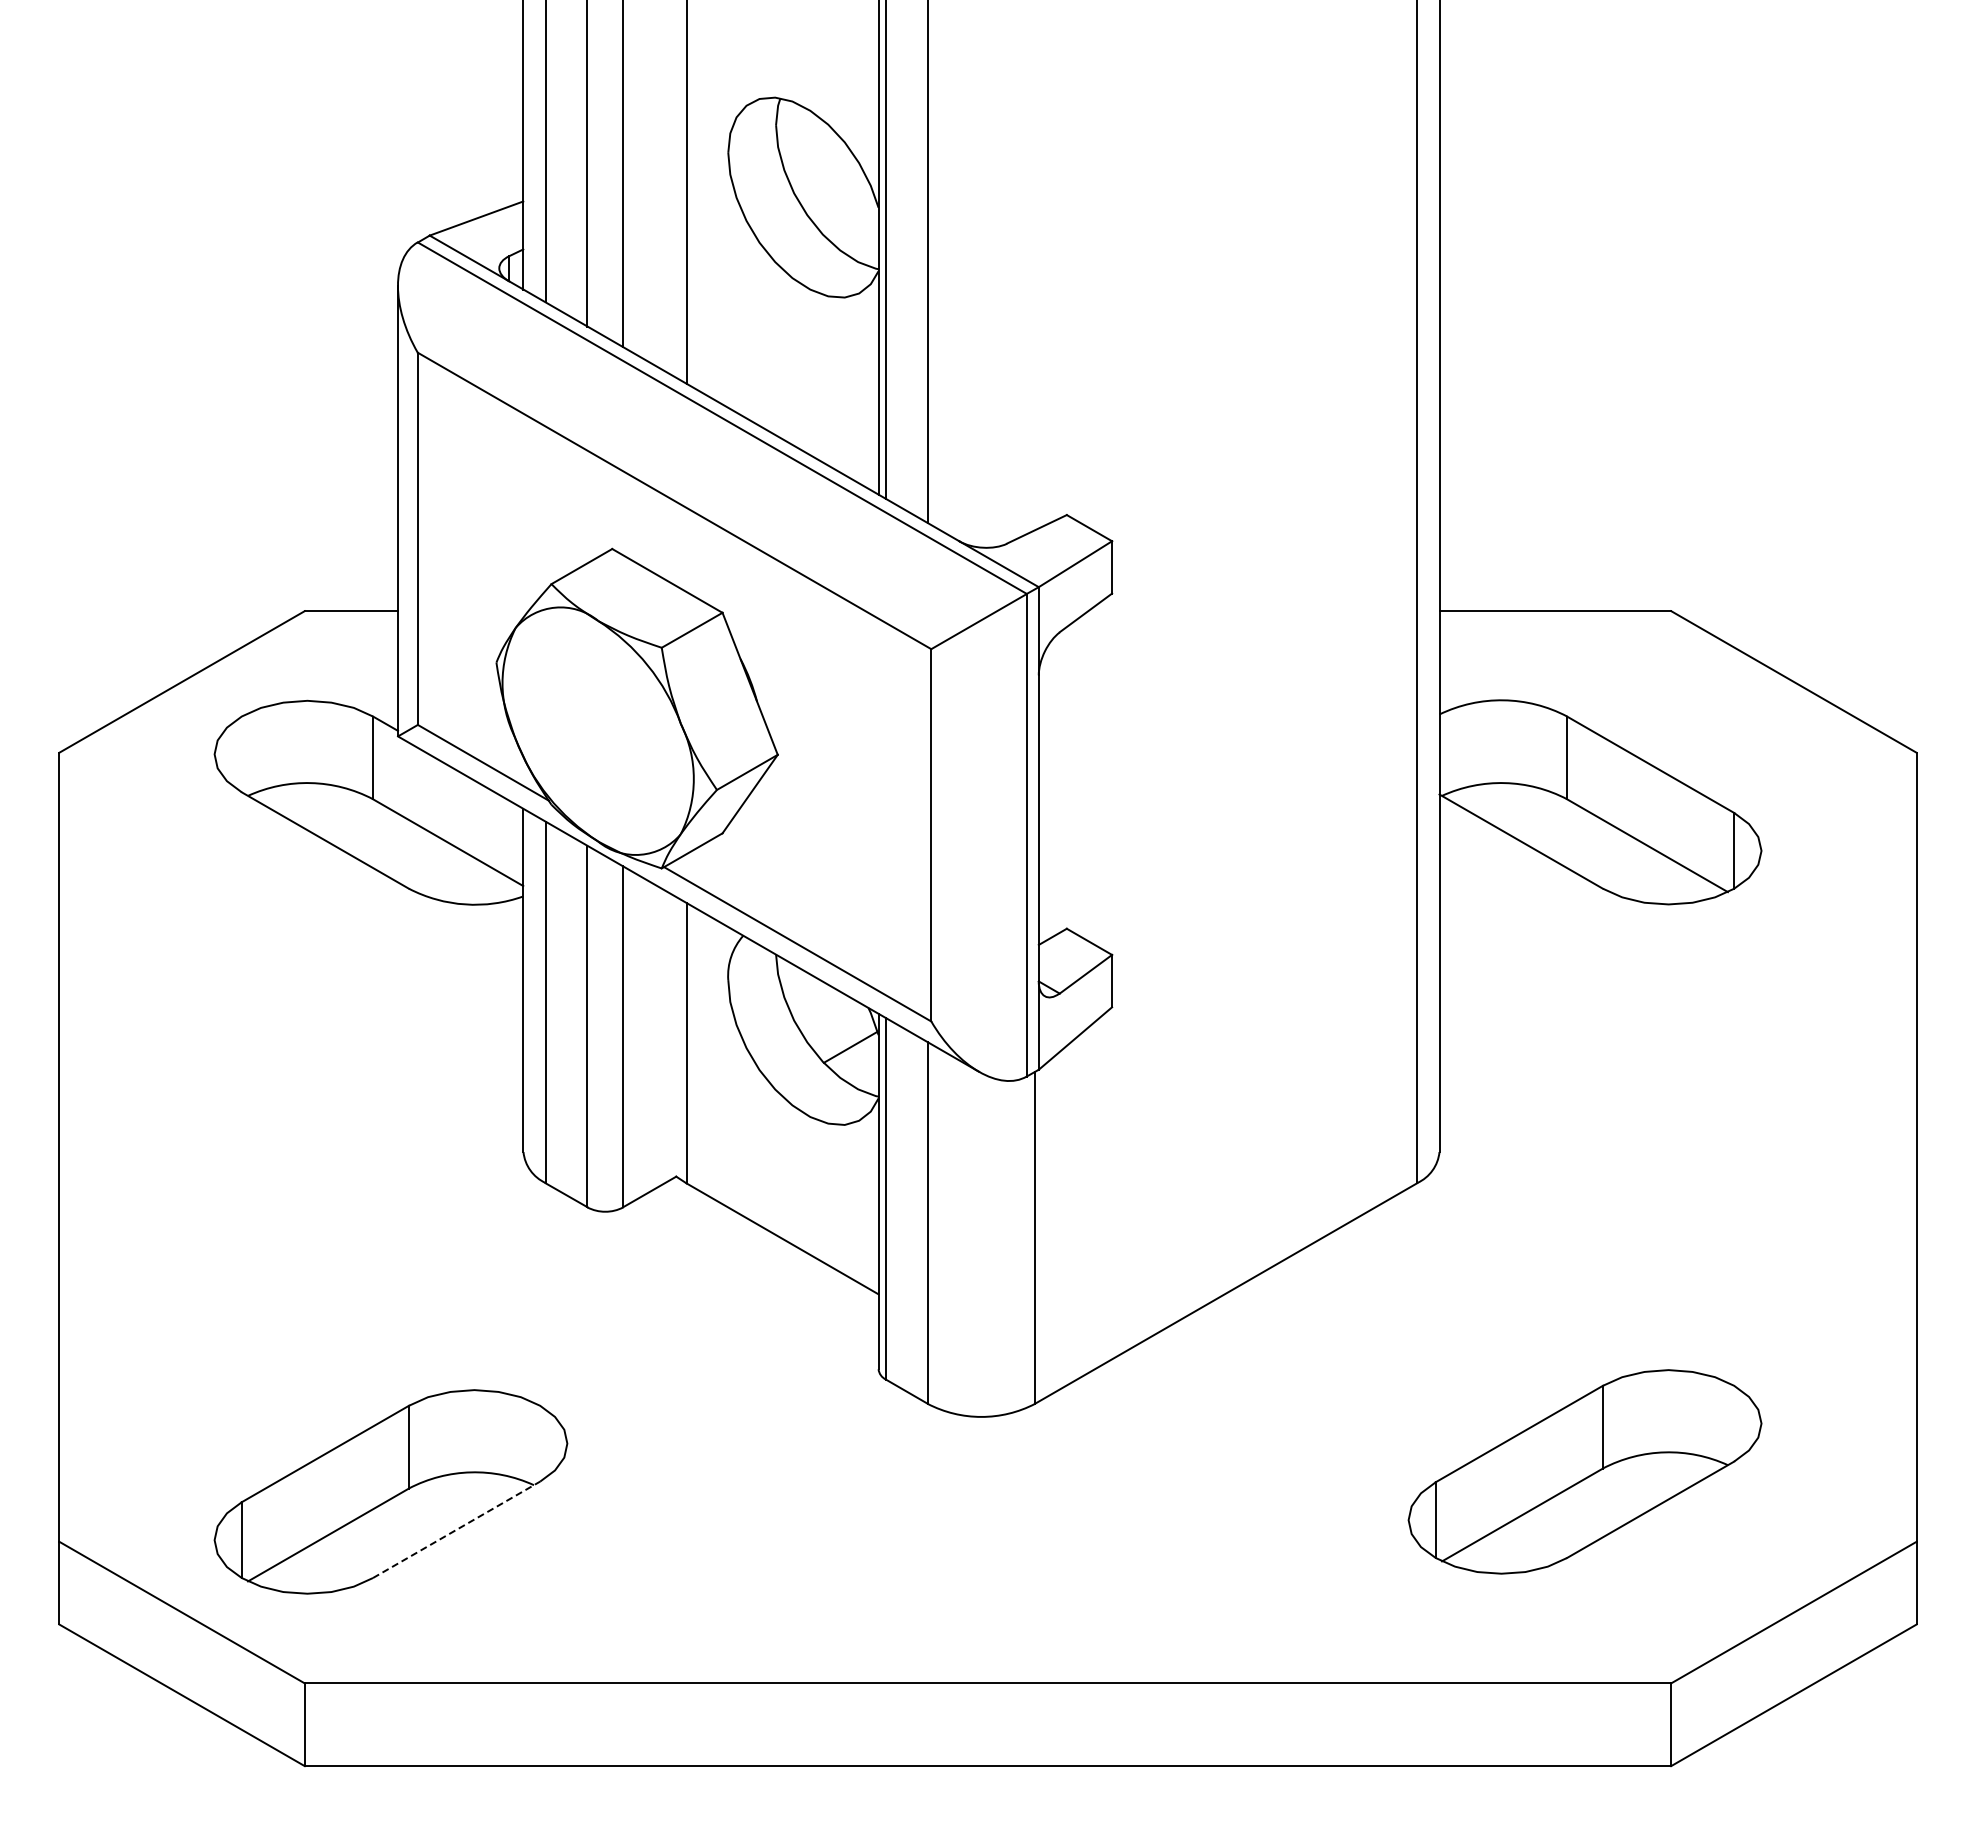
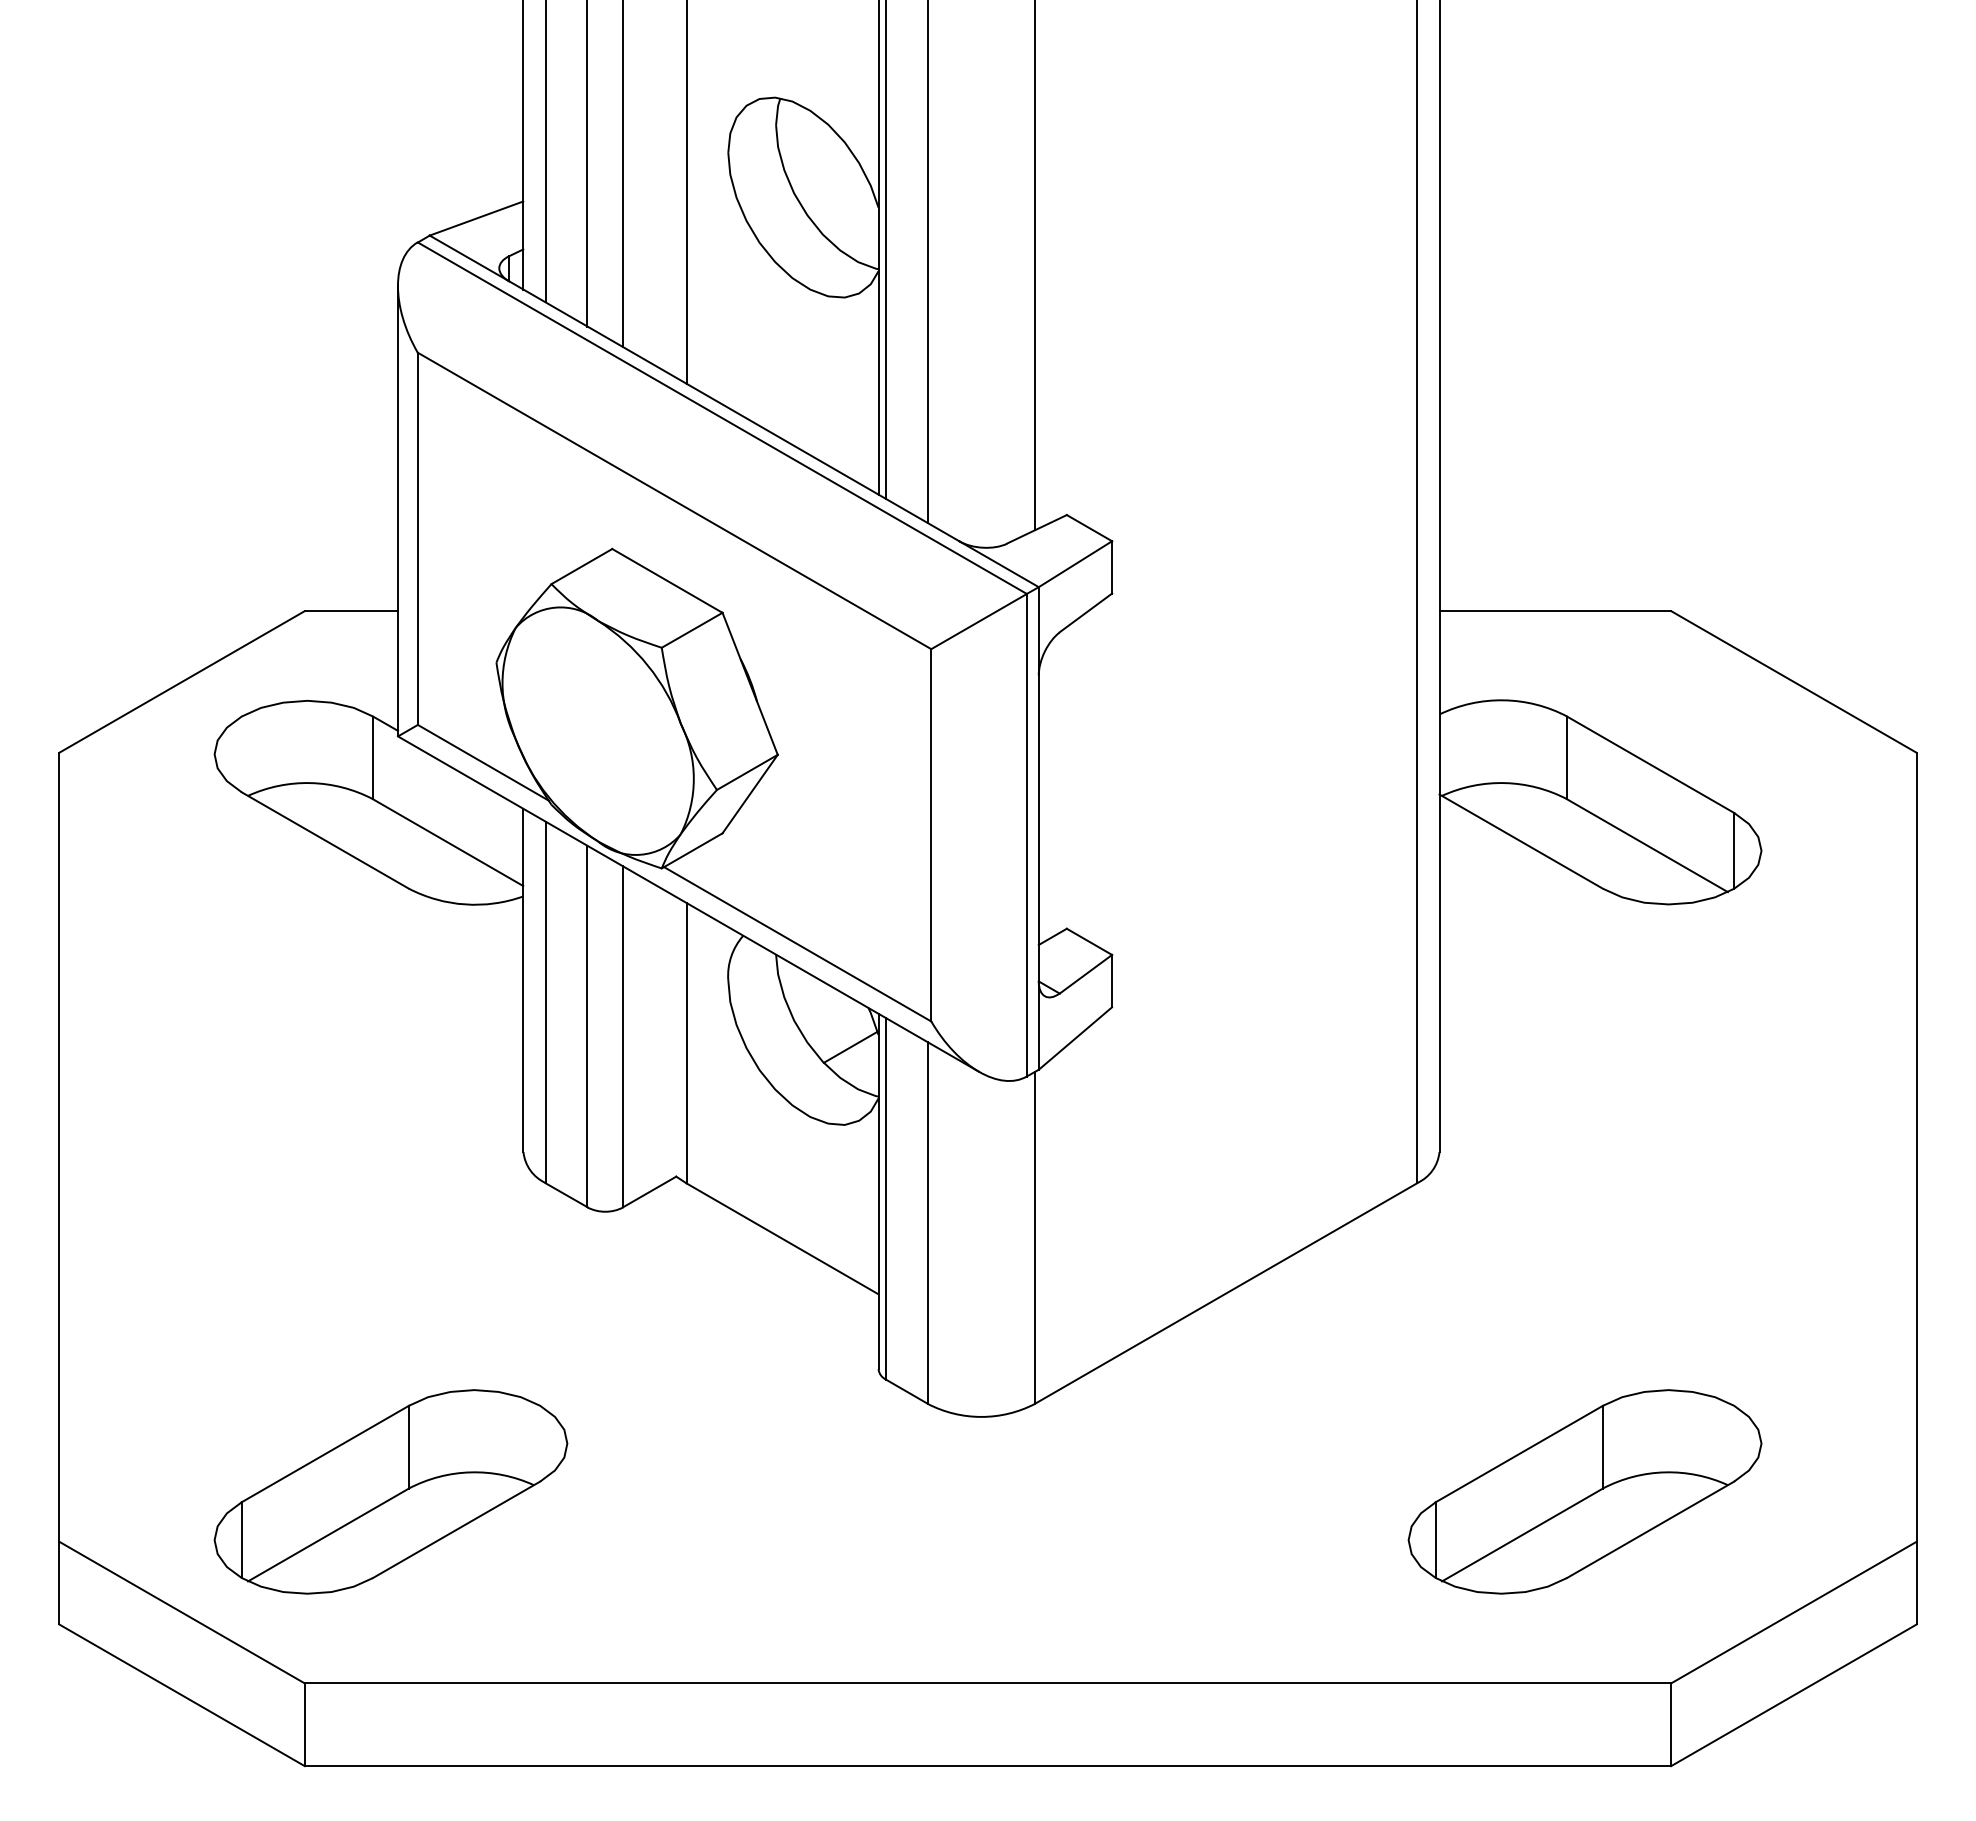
line at (1035, 266): none -> present
part at (1584, 1471) position: (1584, 1471) -> (1584, 1491)
line at (457, 1529): dashed -> solid
